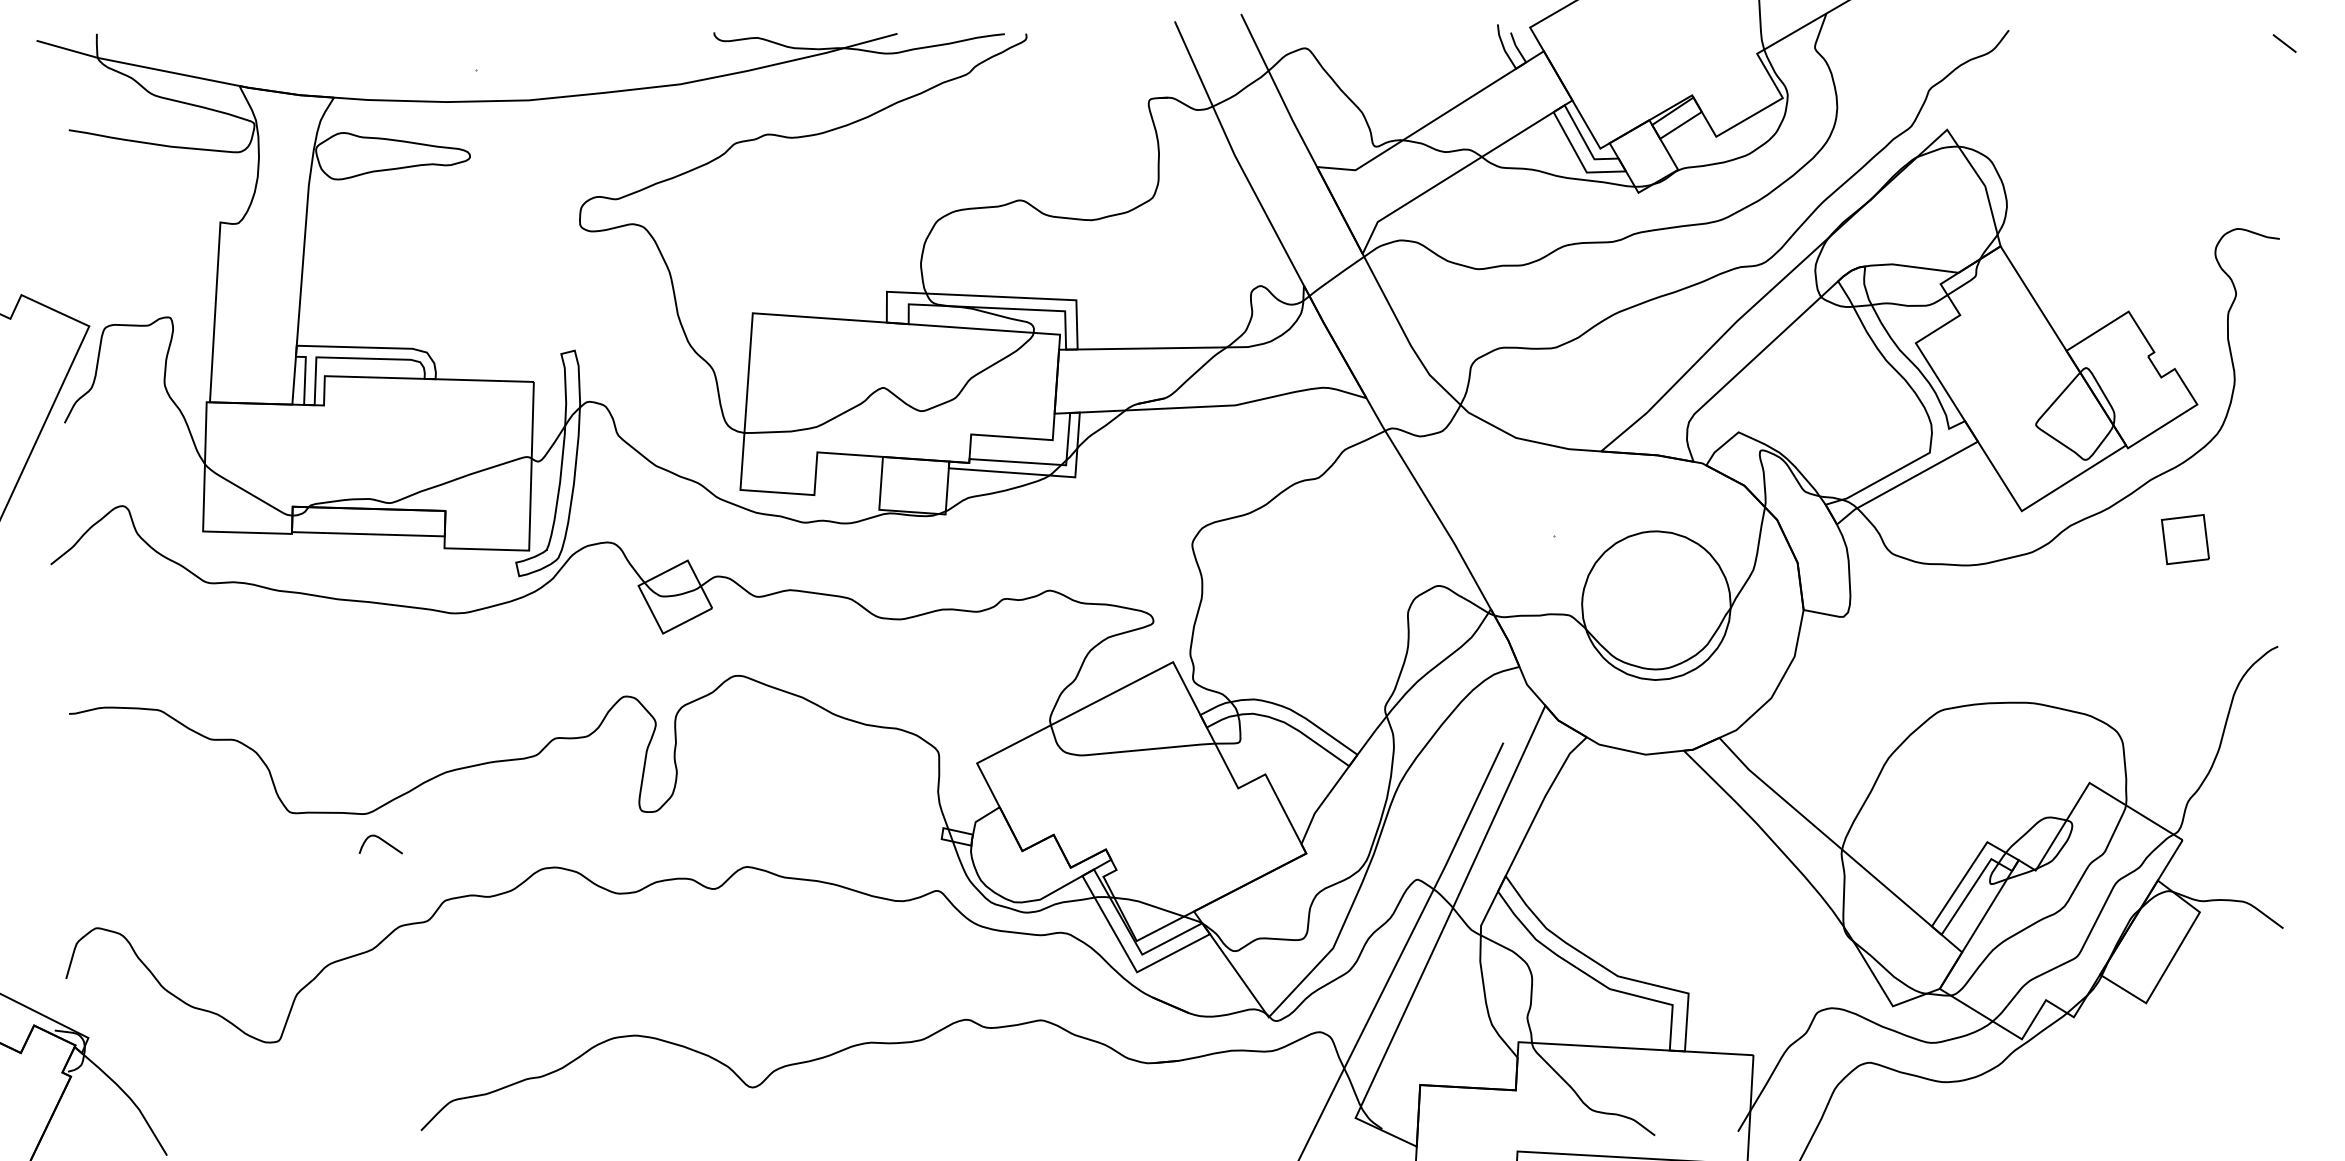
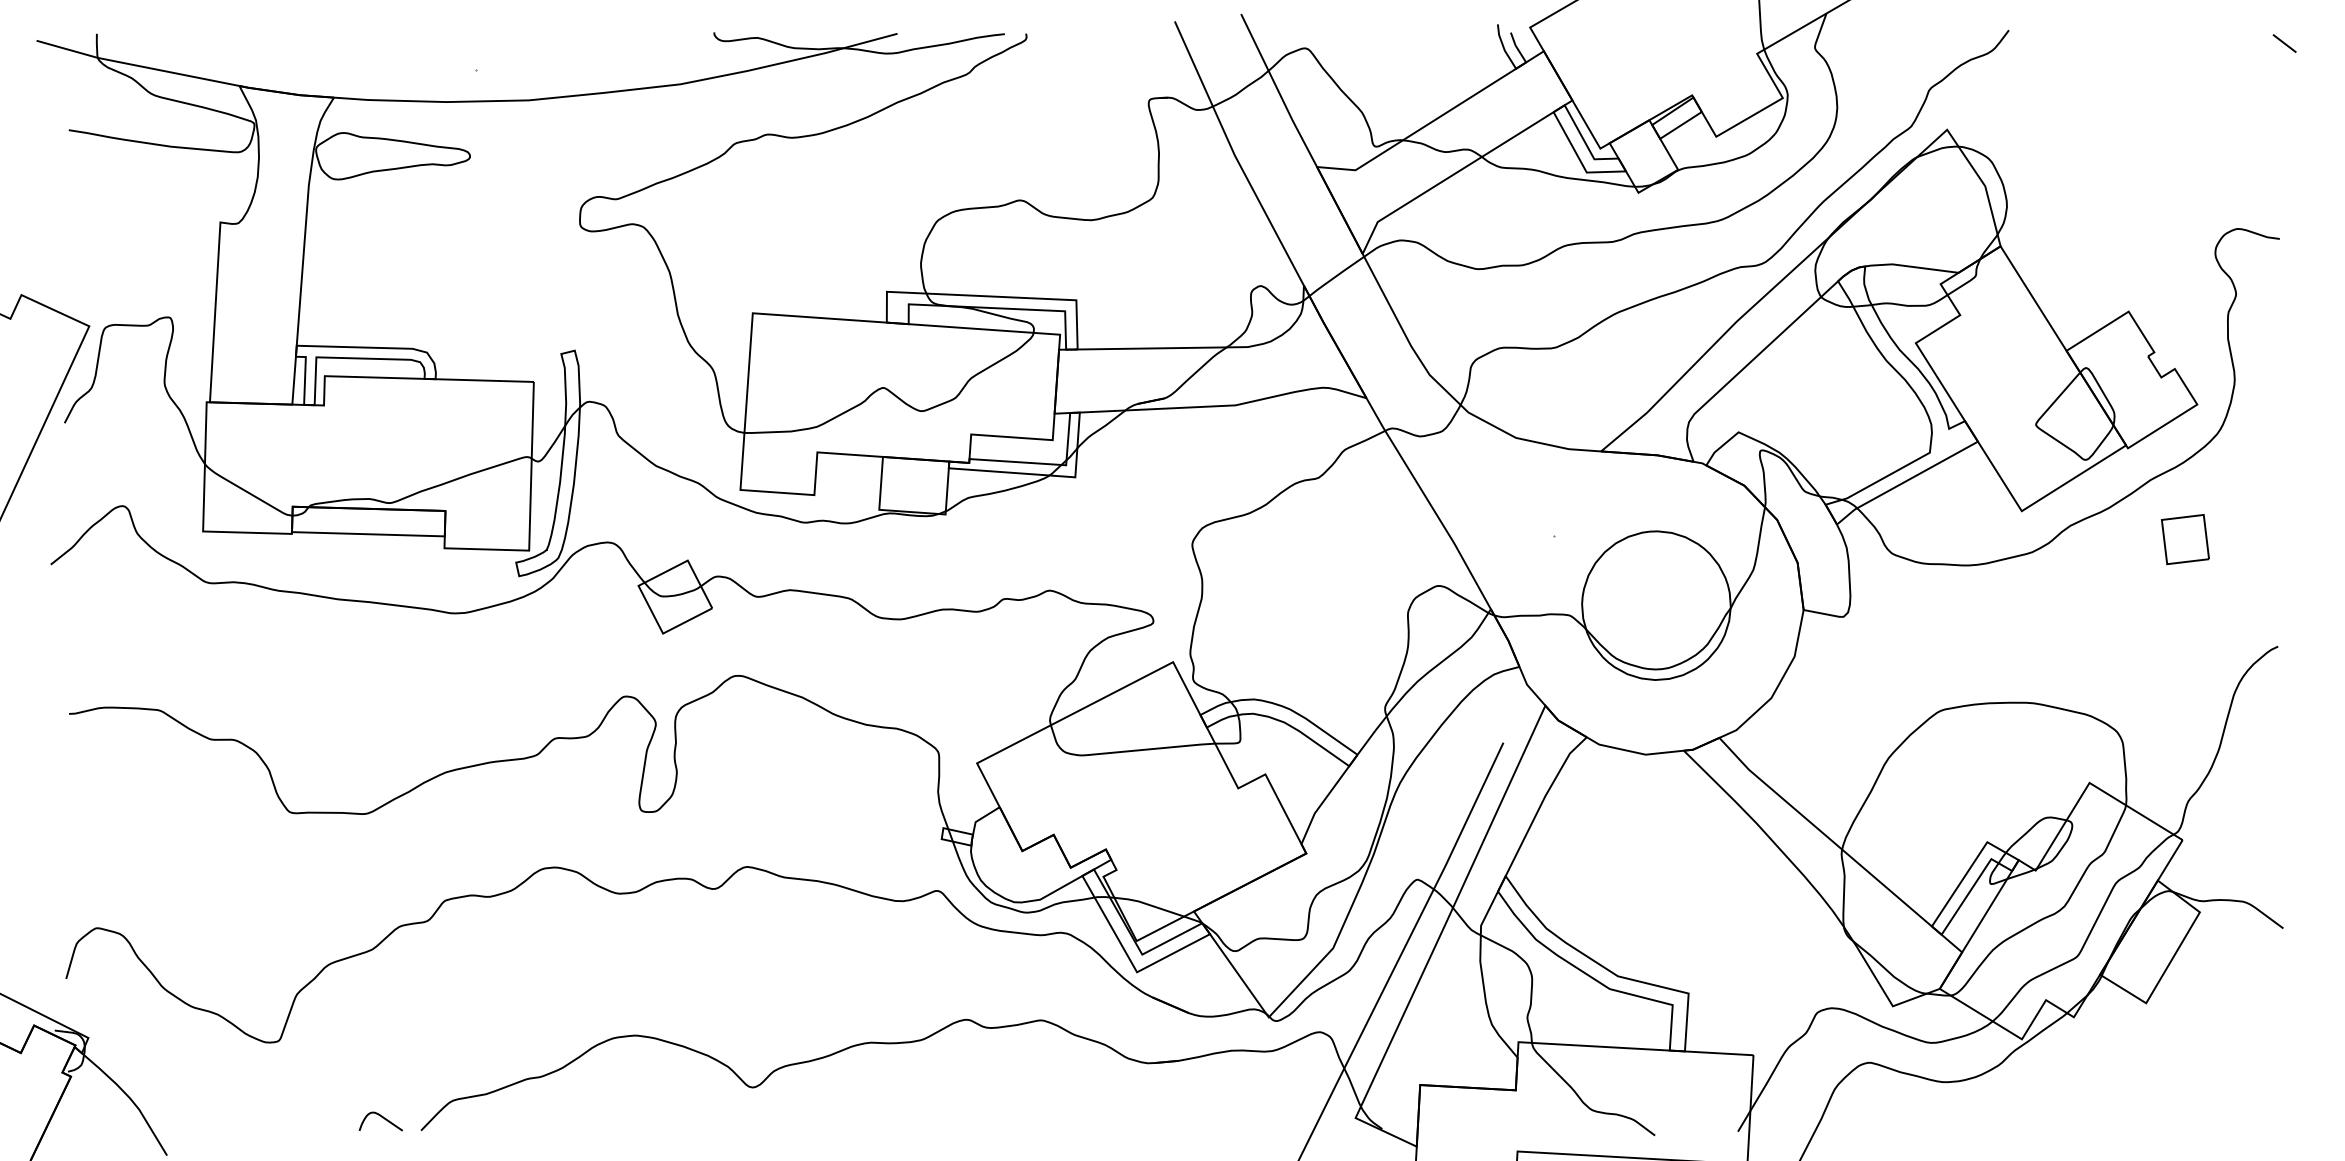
curve at (382, 841) position: (382, 841) -> (382, 1118)
